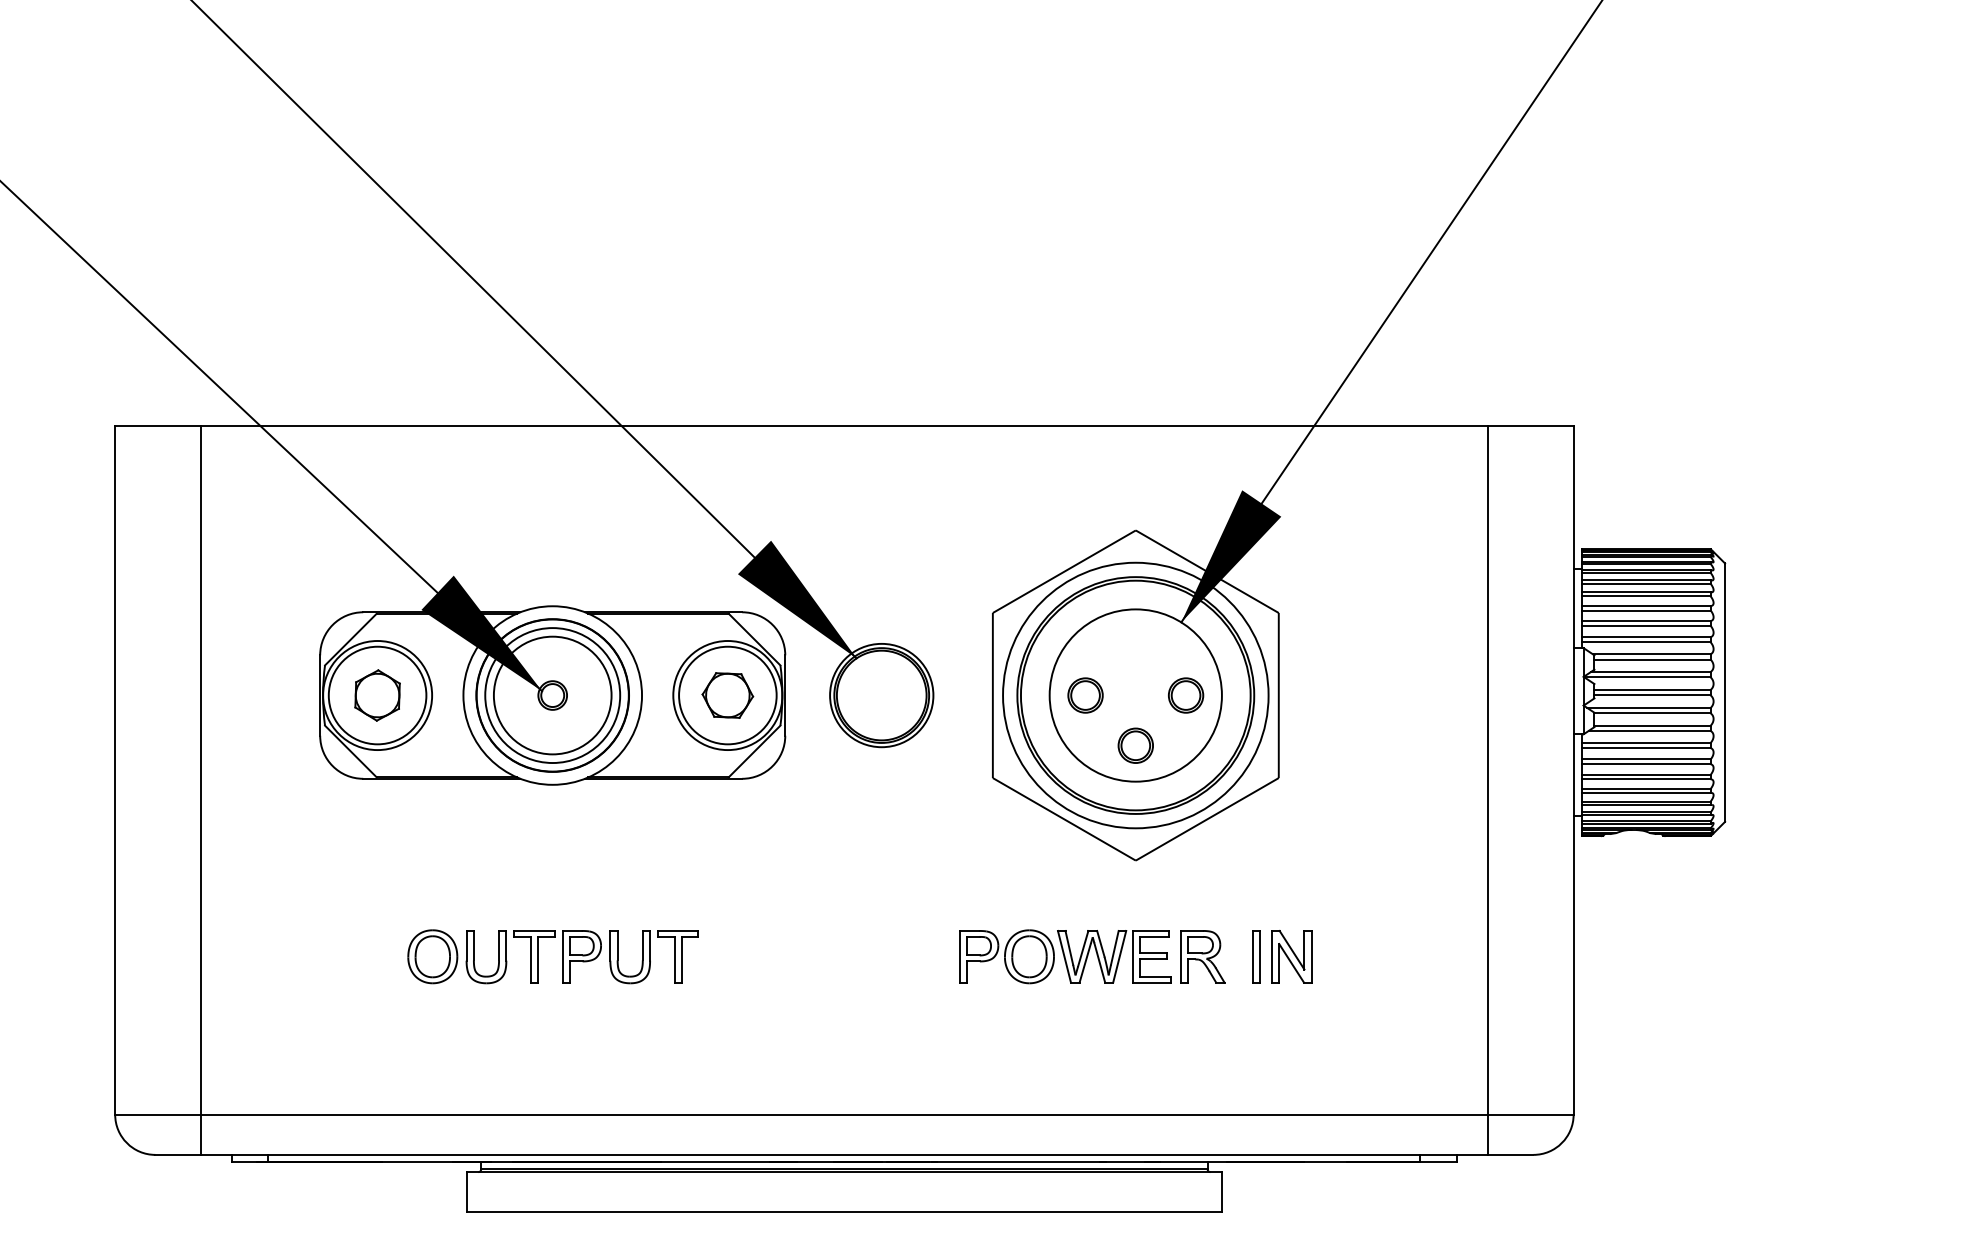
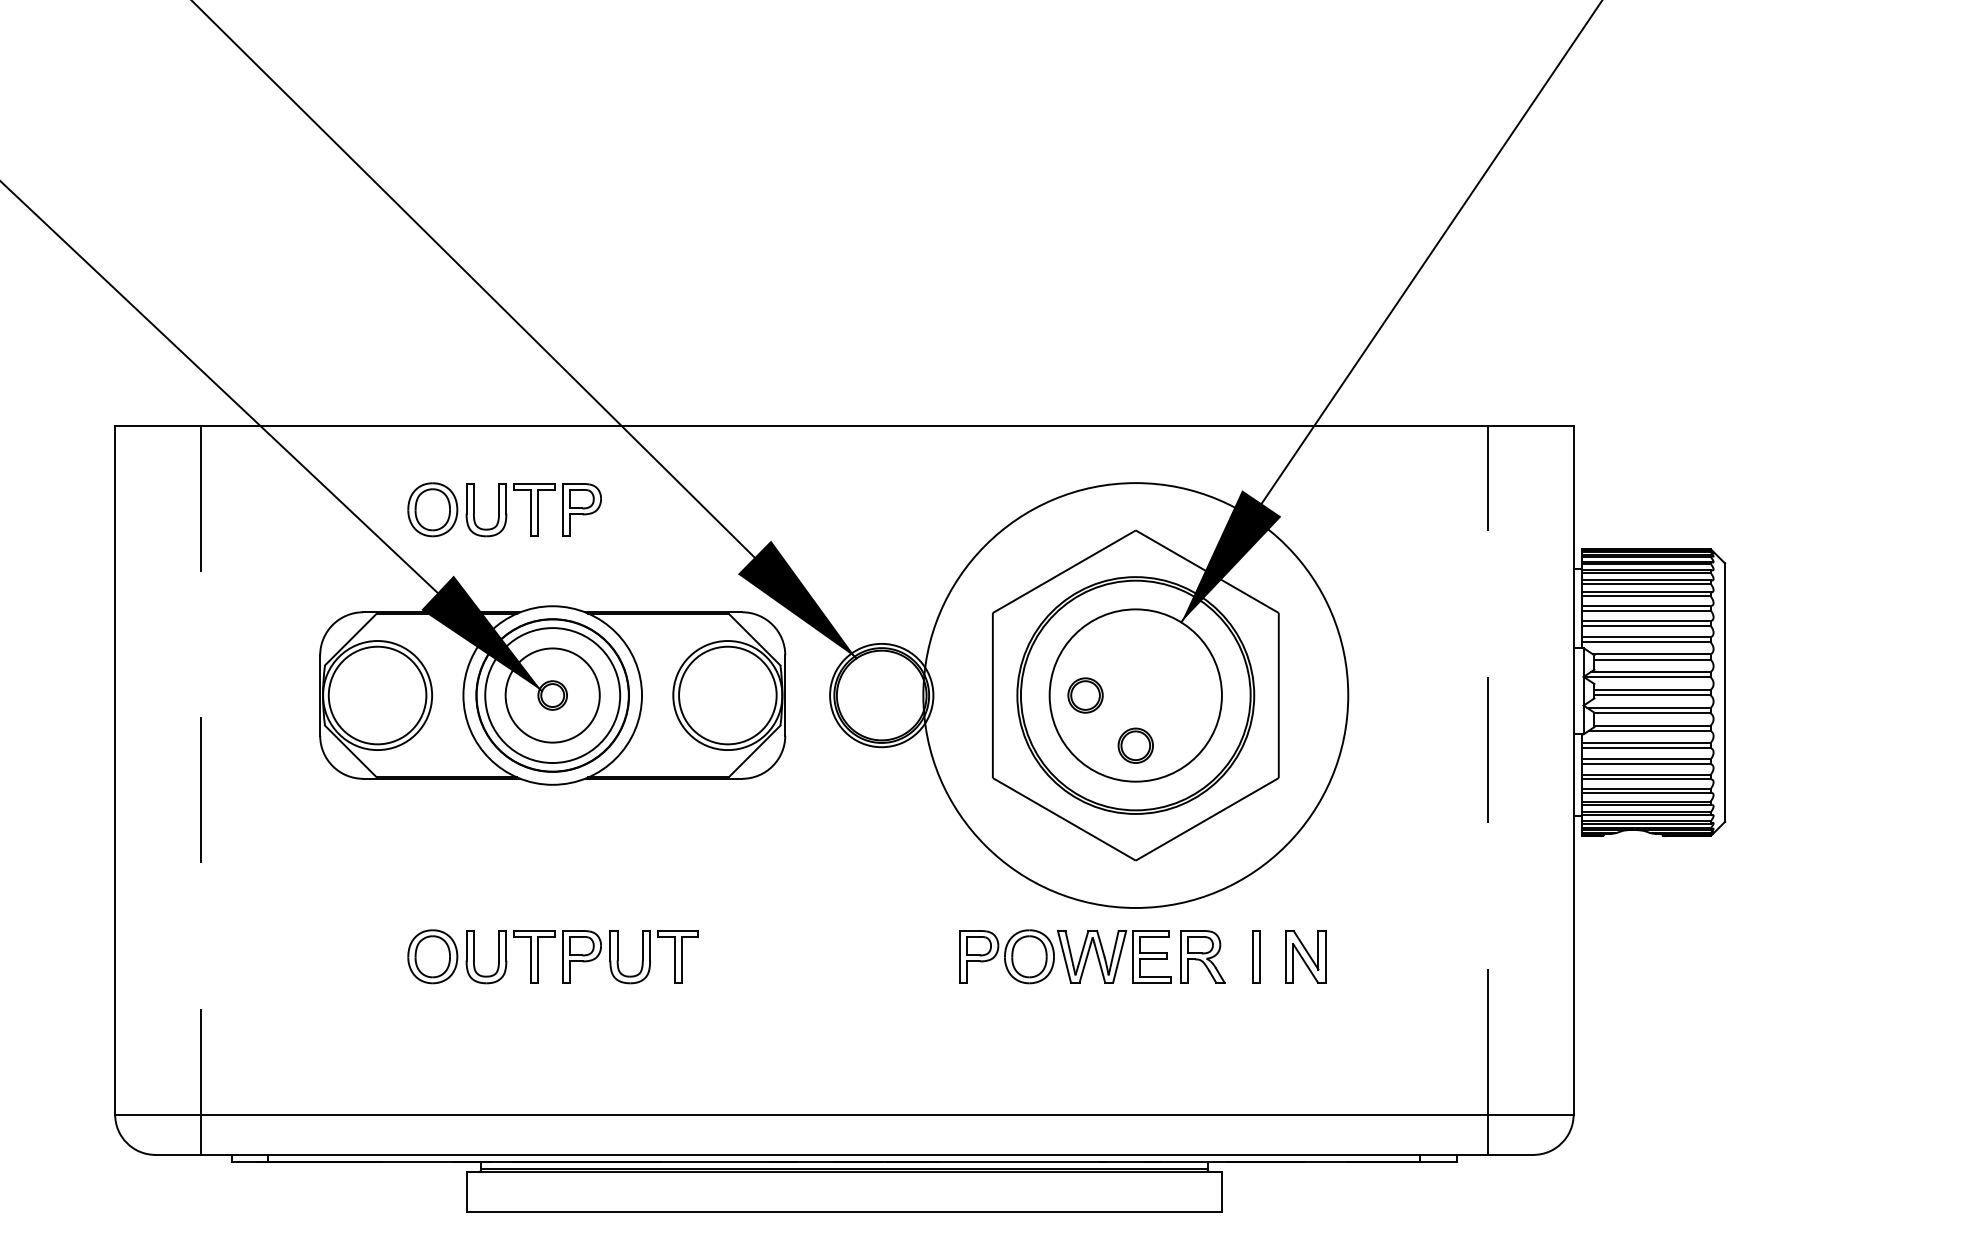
part at (504, 509): none -> present
part at (377, 695): present -> none
circle at (552, 695) diameter: 118 px -> 94 px
part at (727, 695): present -> none
circle at (1135, 695) diameter: 266 px -> 425 px
part at (1186, 695): present -> none
line at (201, 770): solid -> dashed
line at (1487, 770): solid -> dashed
part at (1291, 956) position: (1291, 956) -> (1305, 956)
